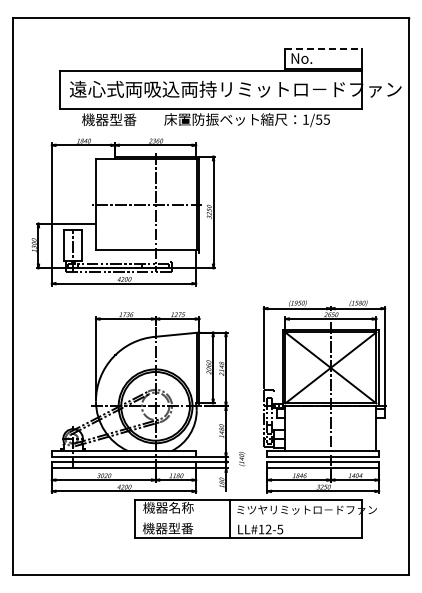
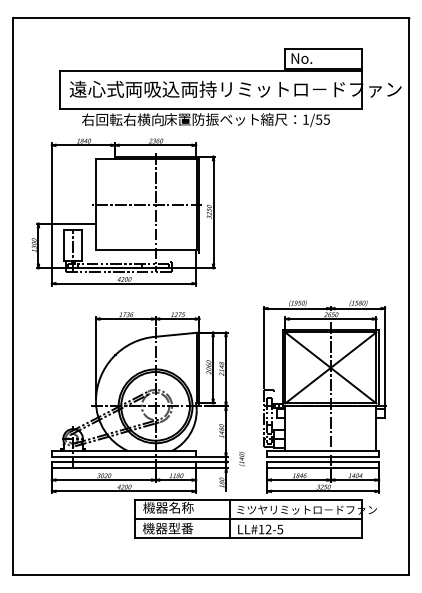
line at (323, 48): dashed -> solid
text at (122, 119): 機器型番 -> 右回転右横向
line at (248, 518): none -> present
